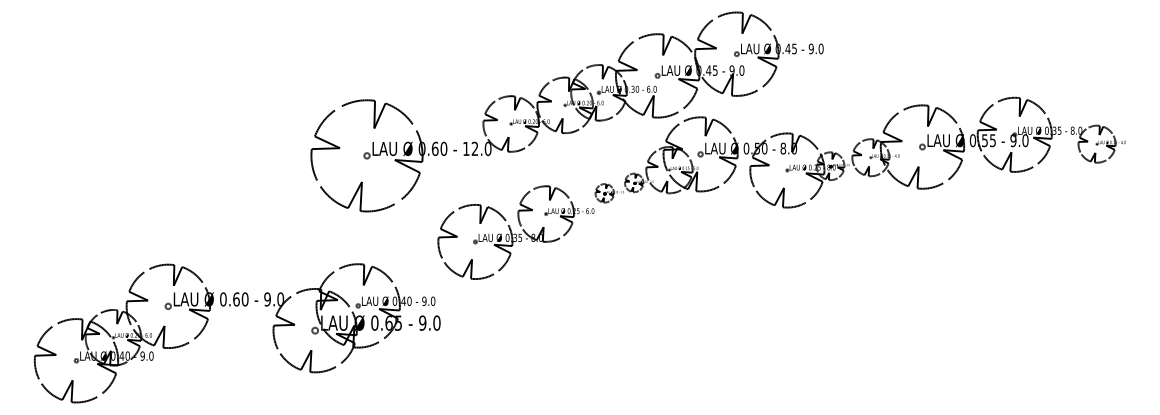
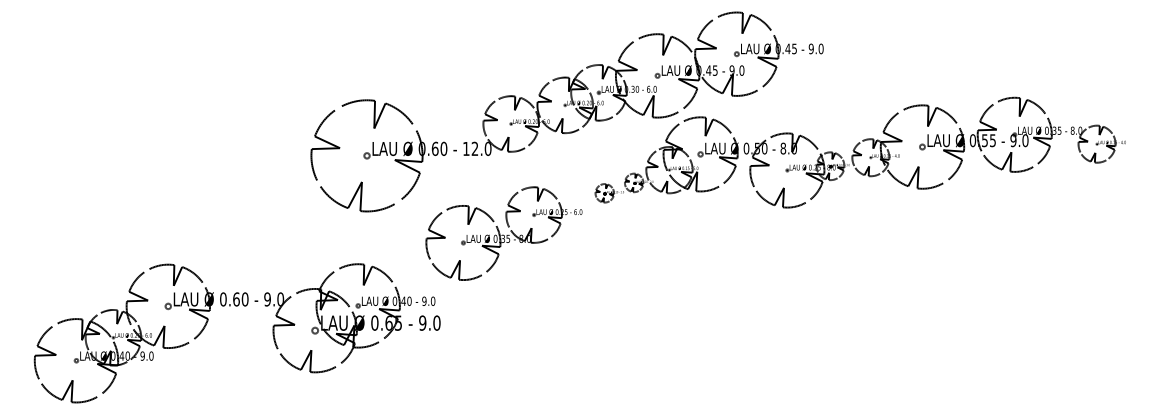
part at (515, 232) position: (515, 232) -> (503, 233)
